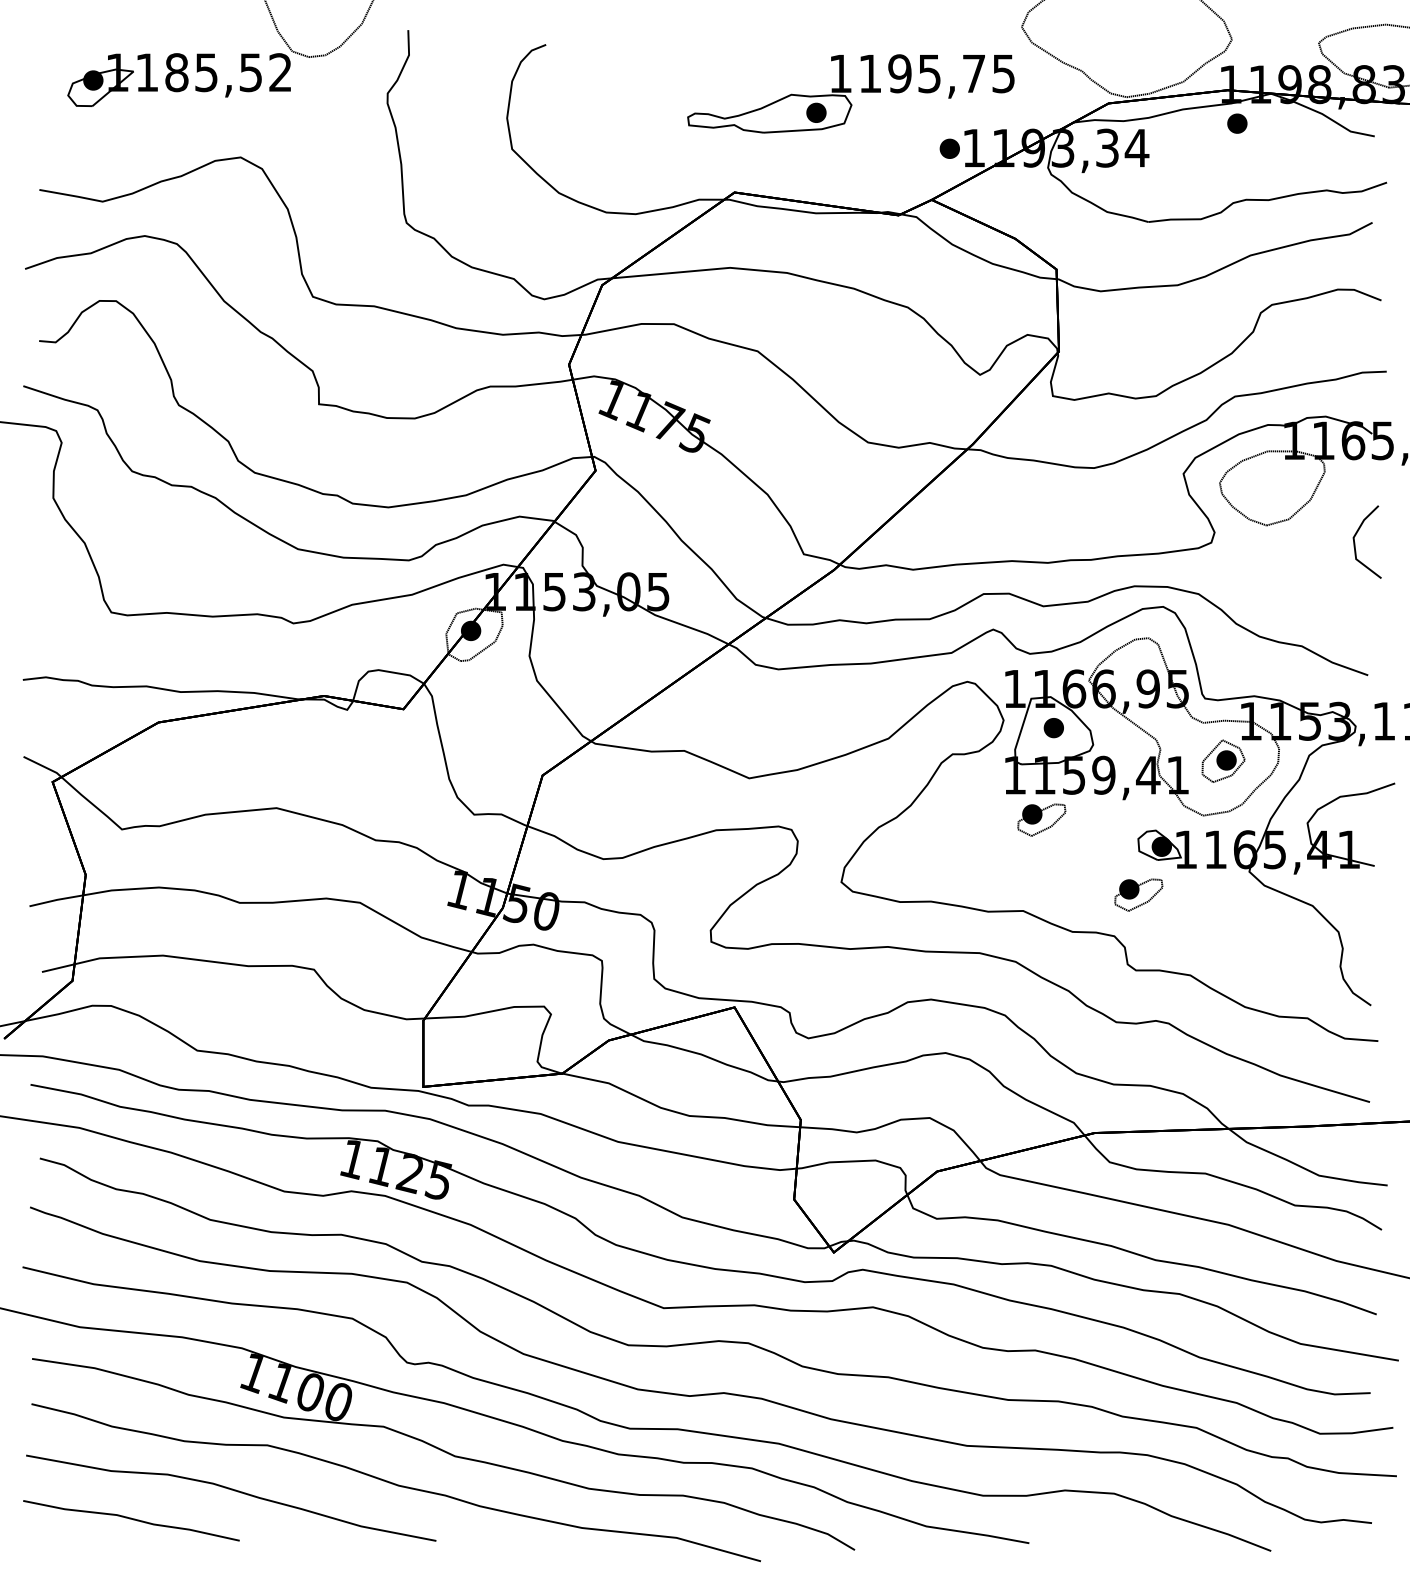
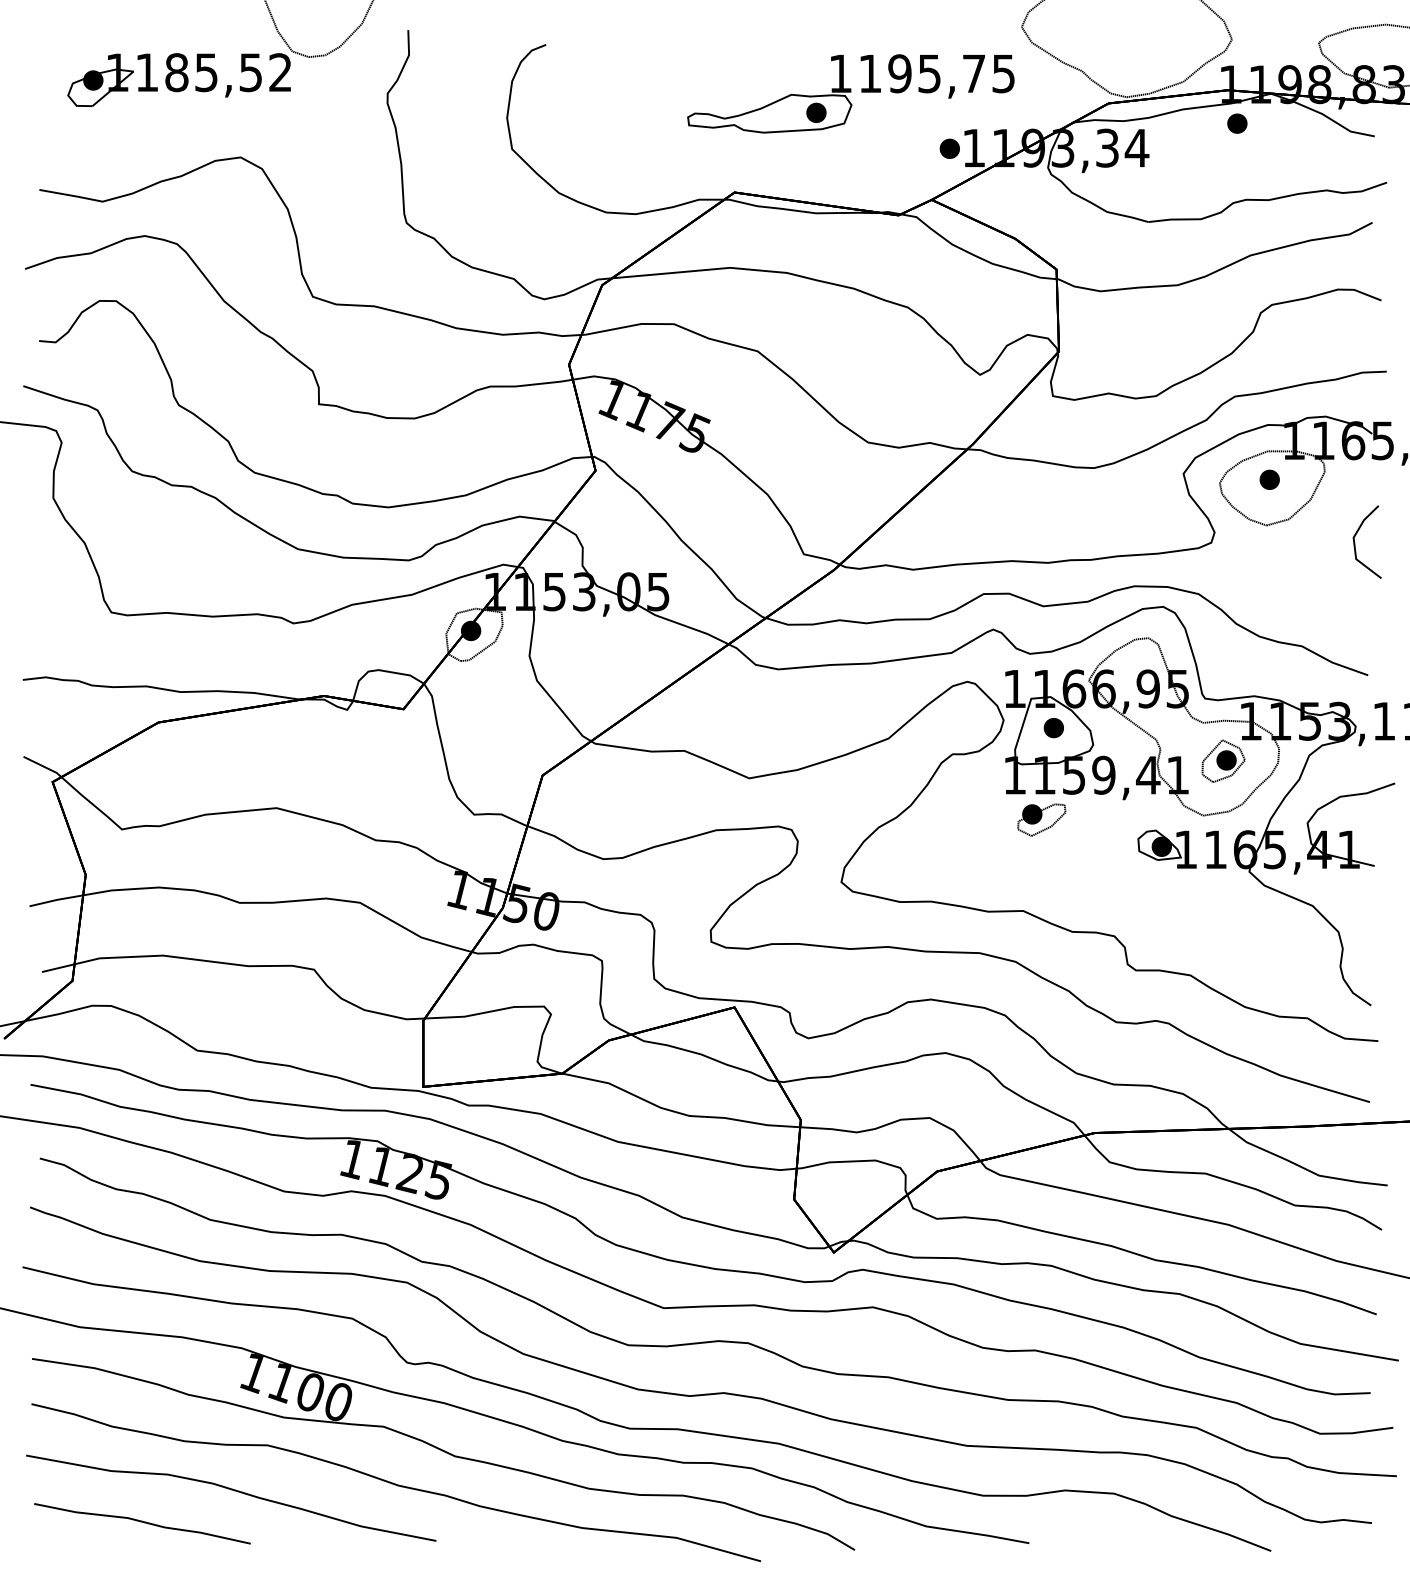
part at (1269, 479): none -> present
part at (1138, 894): present -> none
part at (131, 1520) position: (131, 1520) -> (142, 1523)
